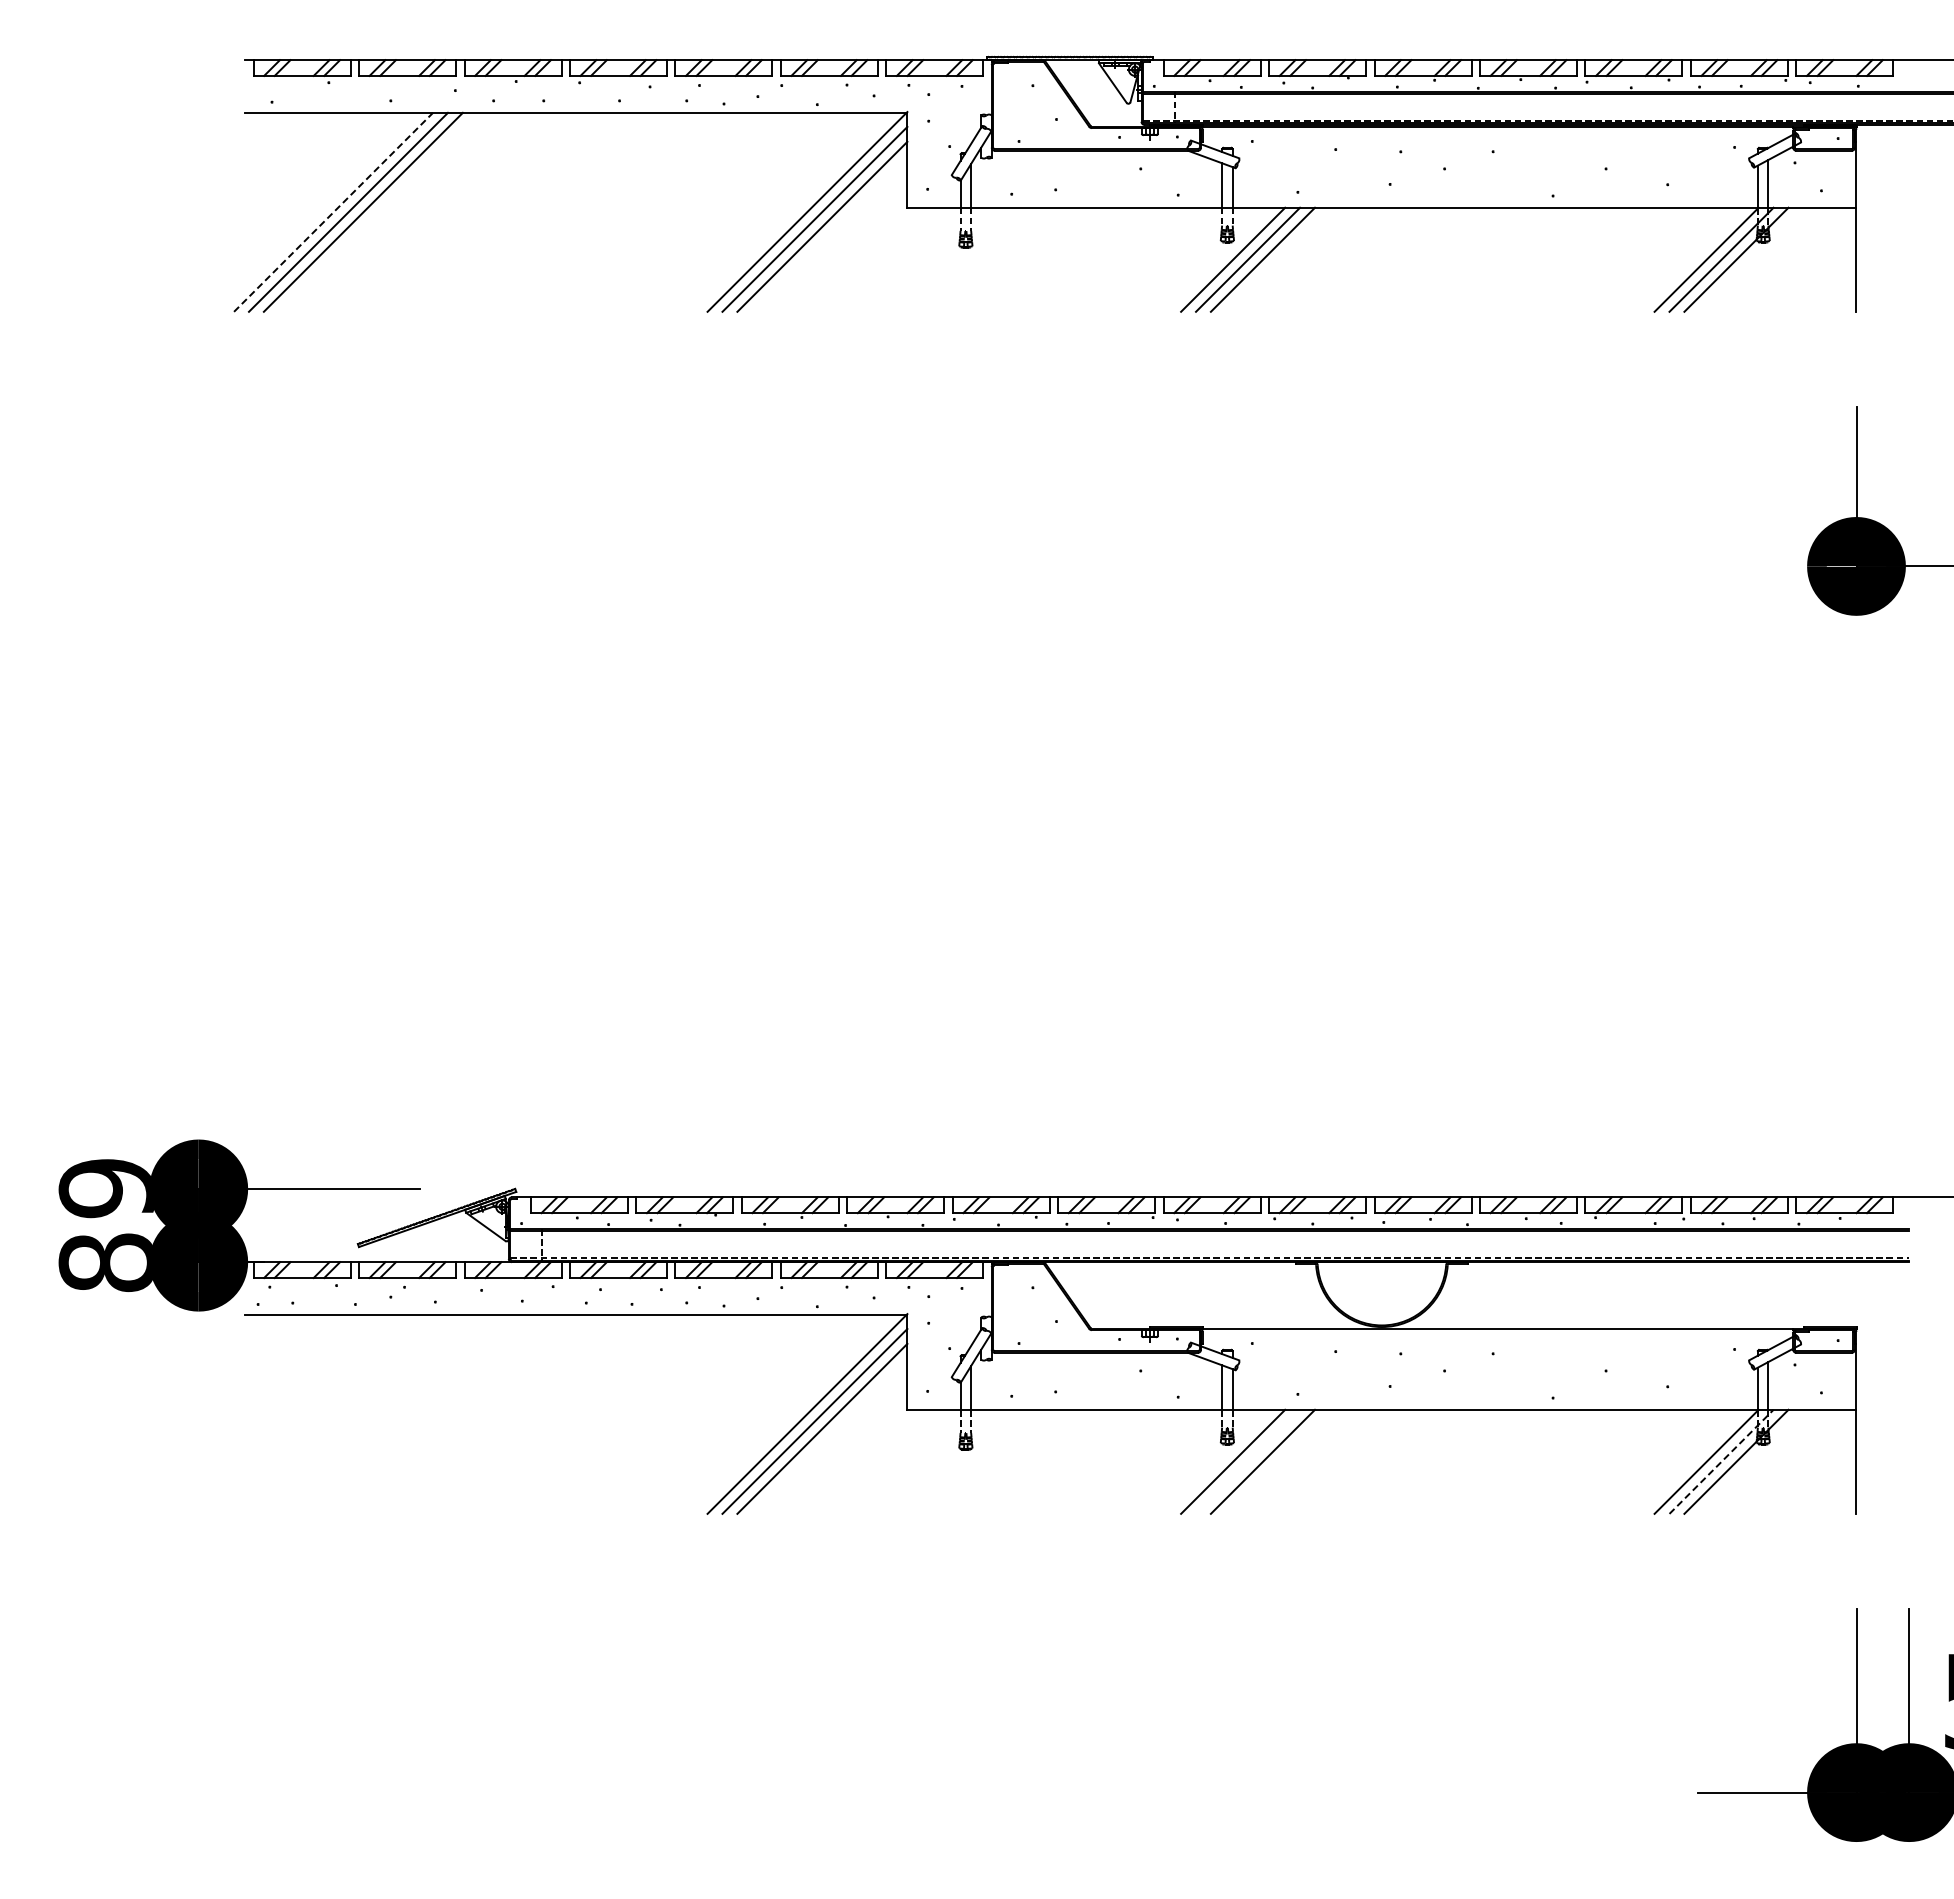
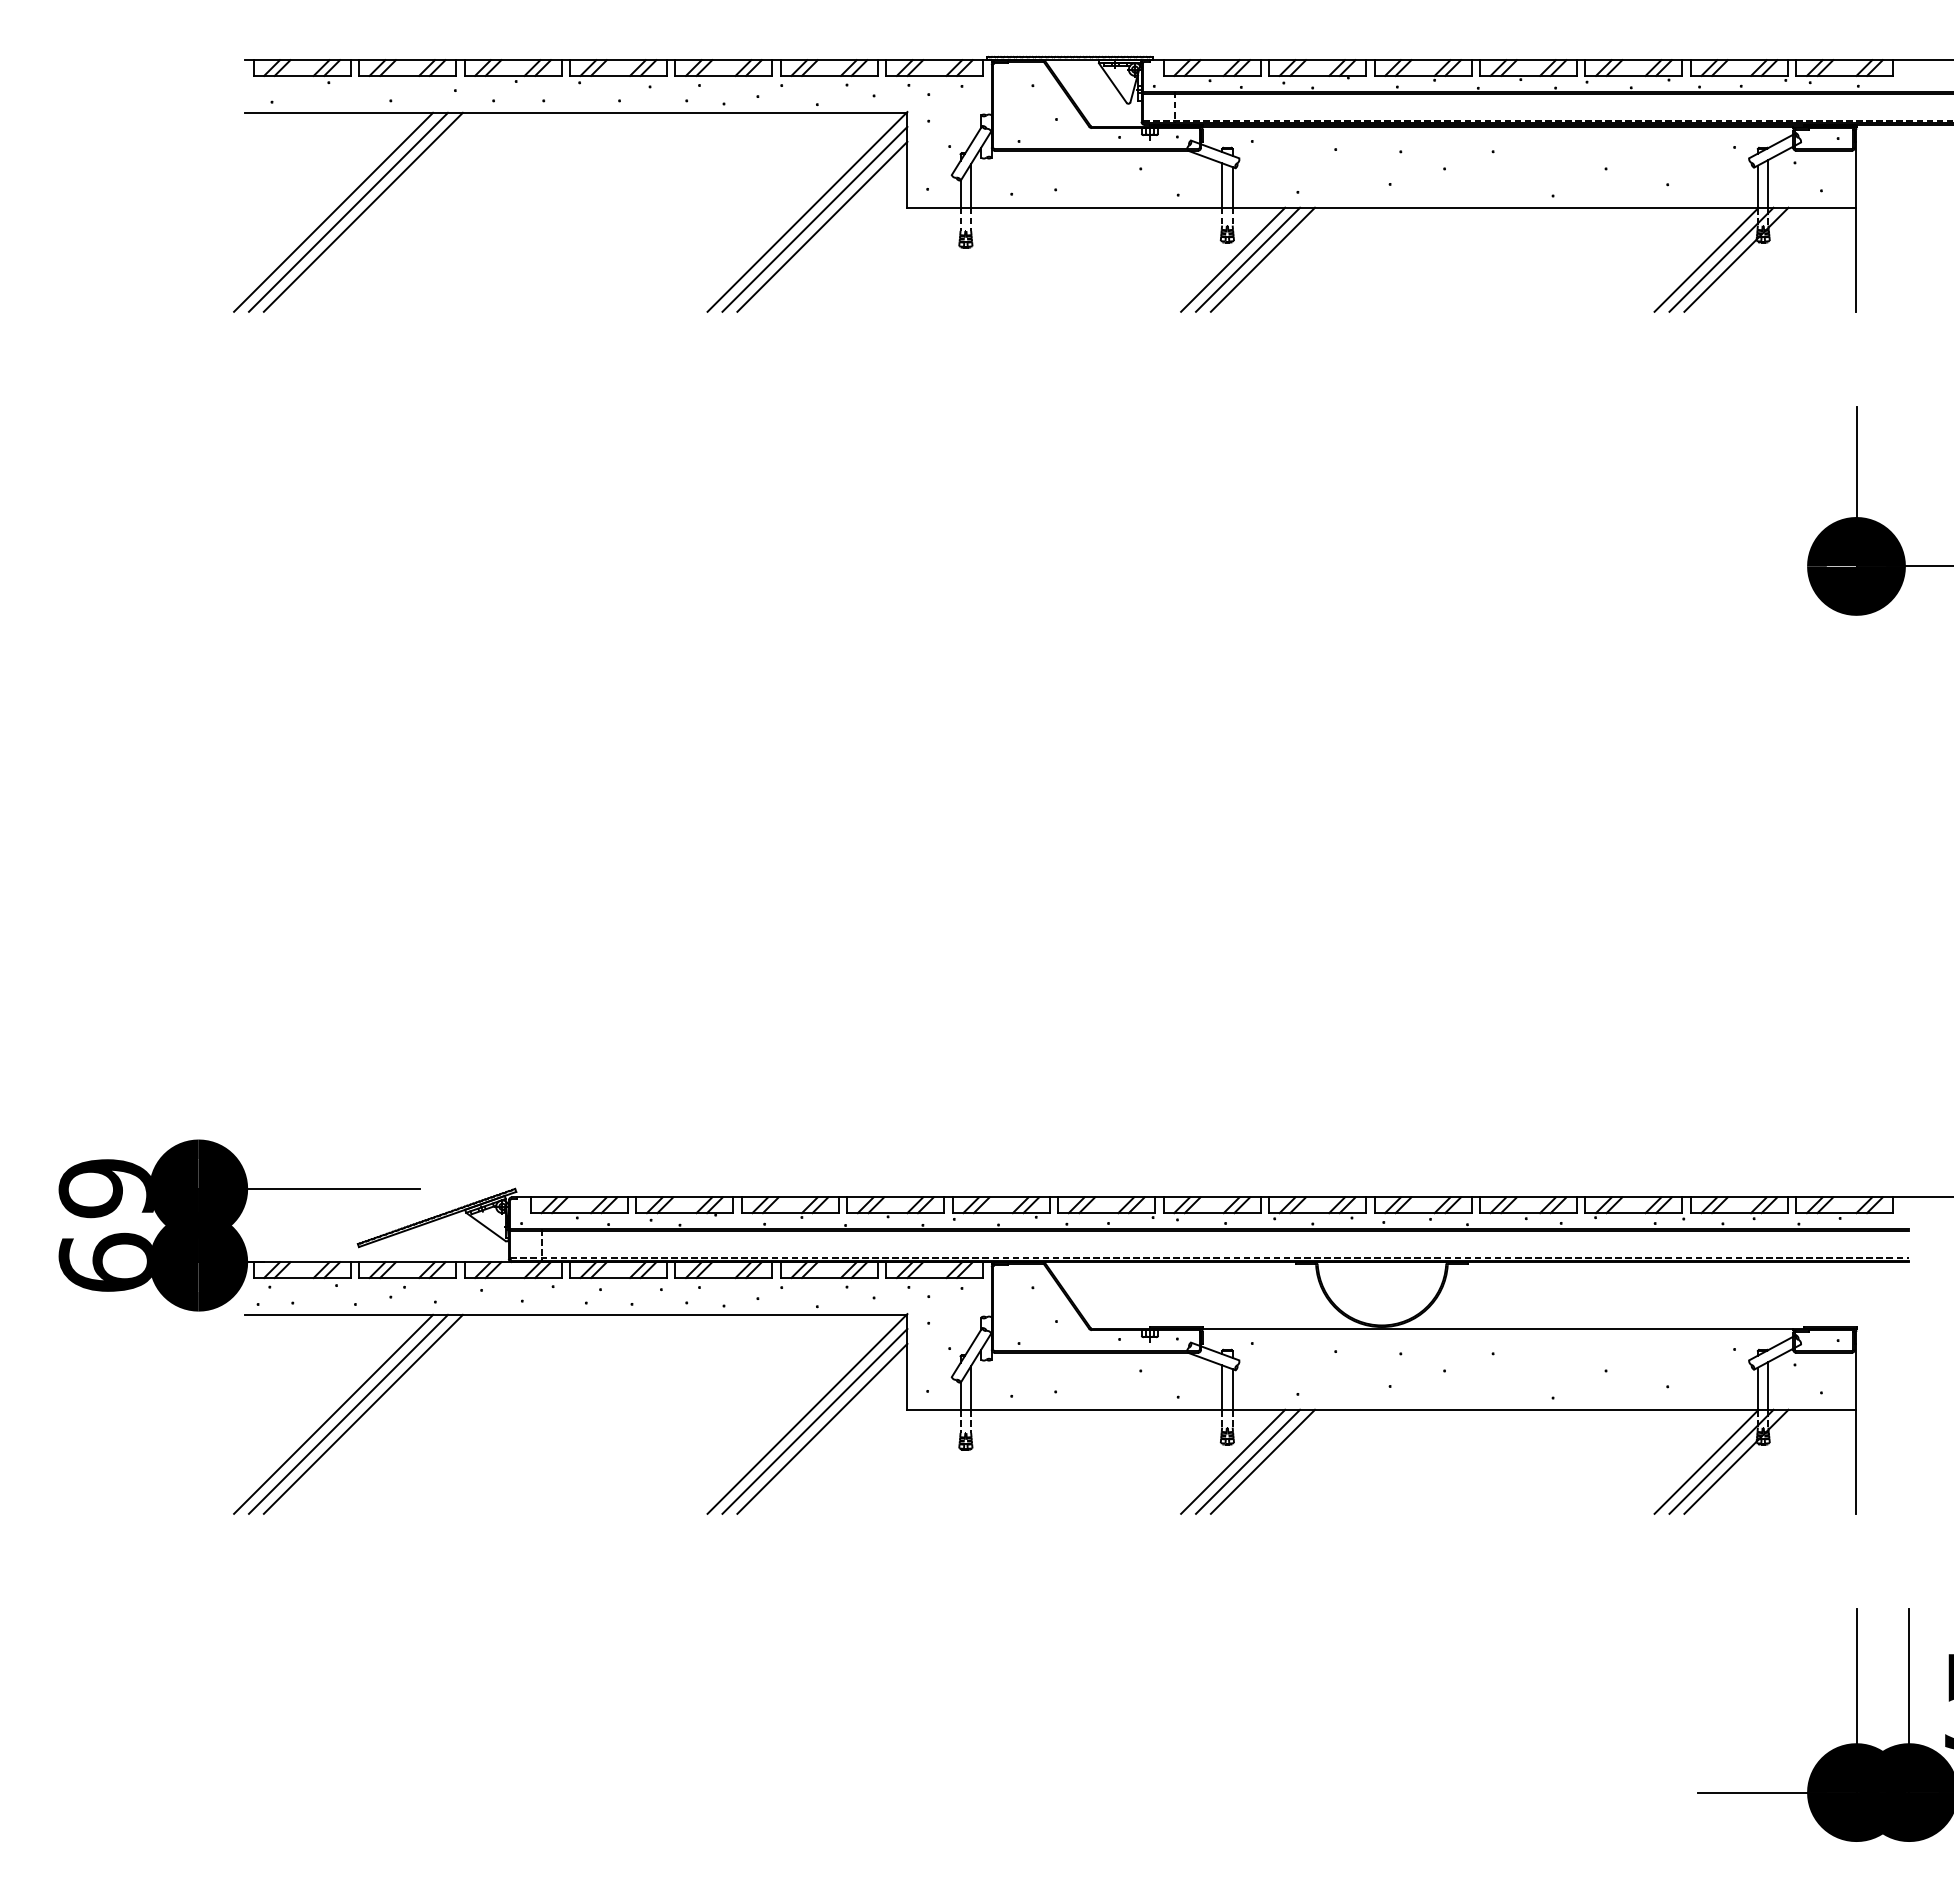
line at (333, 212): dashed -> solid
text at (105, 1262): 89 -> 69
line at (333, 1413): none -> present
line at (347, 1413): none -> present
line at (362, 1413): none -> present
line at (1247, 1461): none -> present
line at (1721, 1461): dashed -> solid
